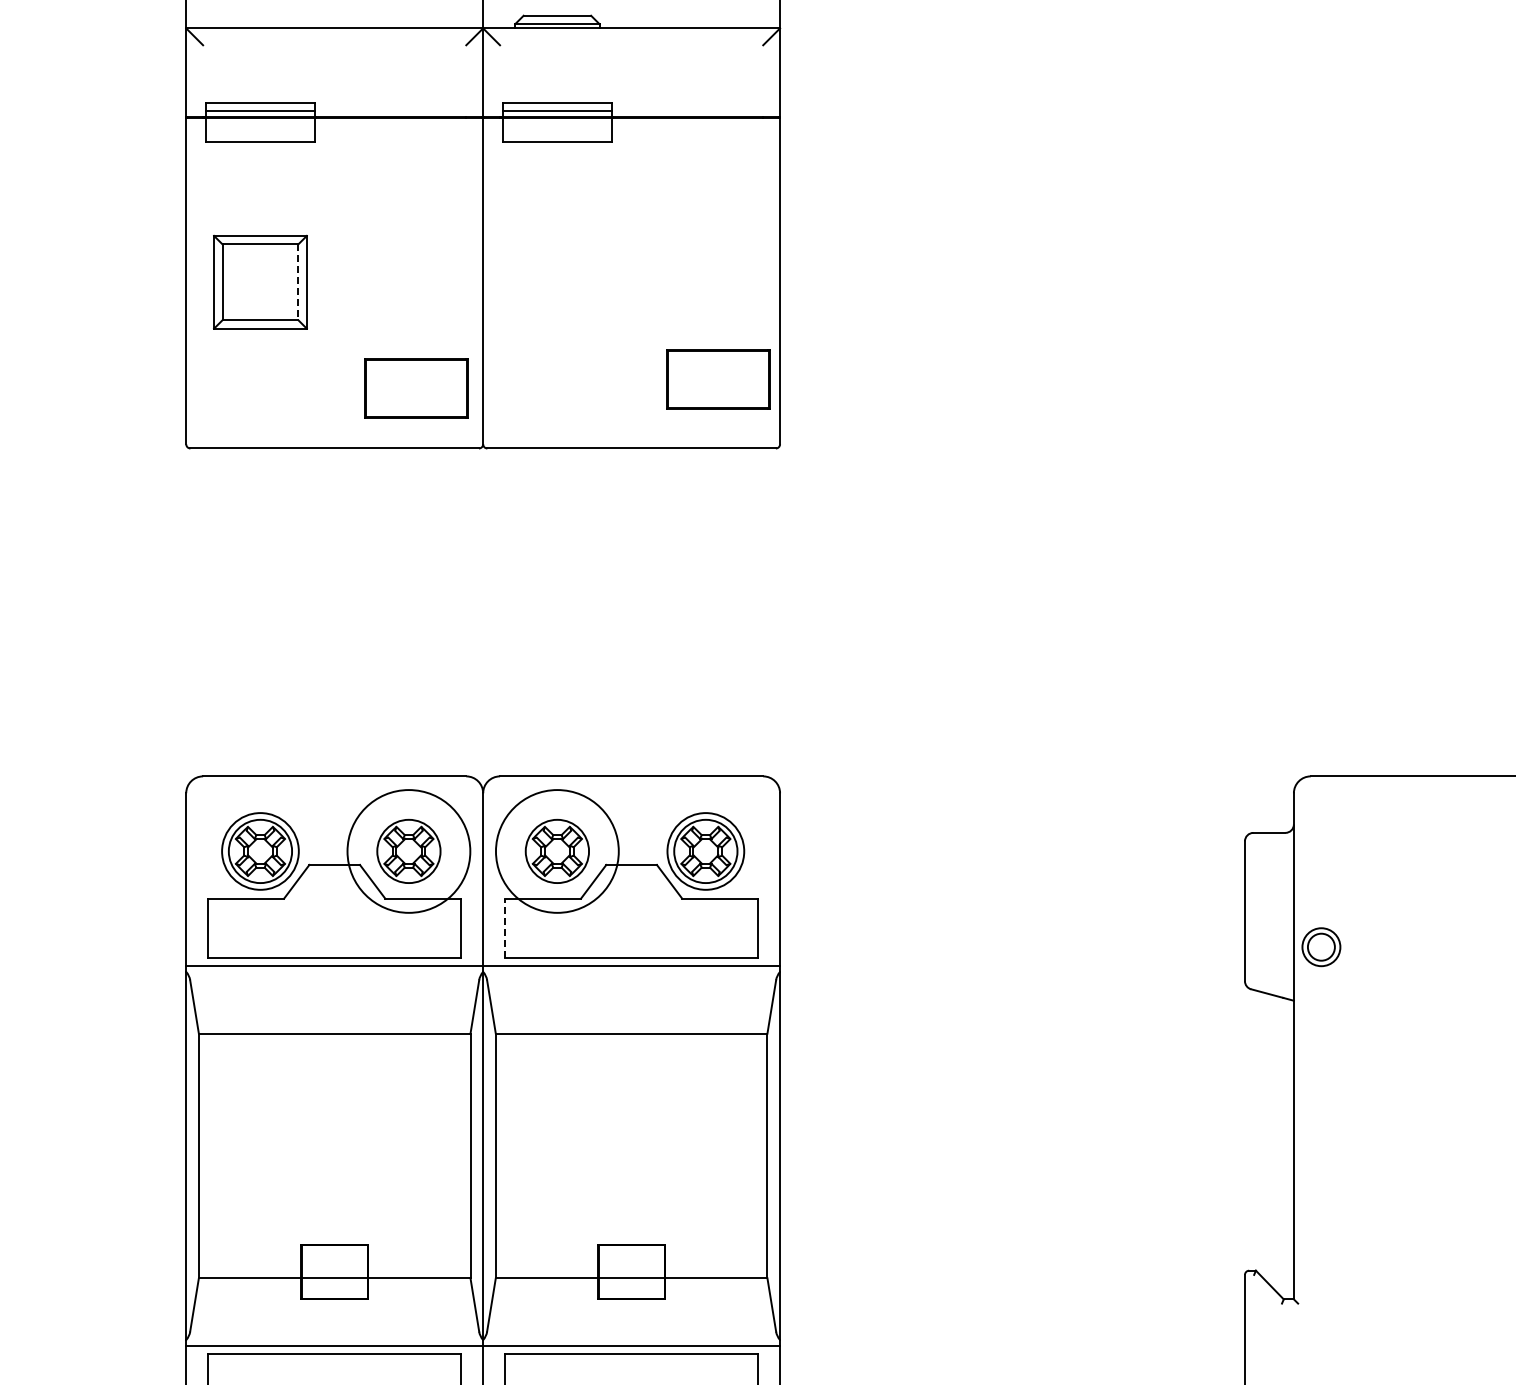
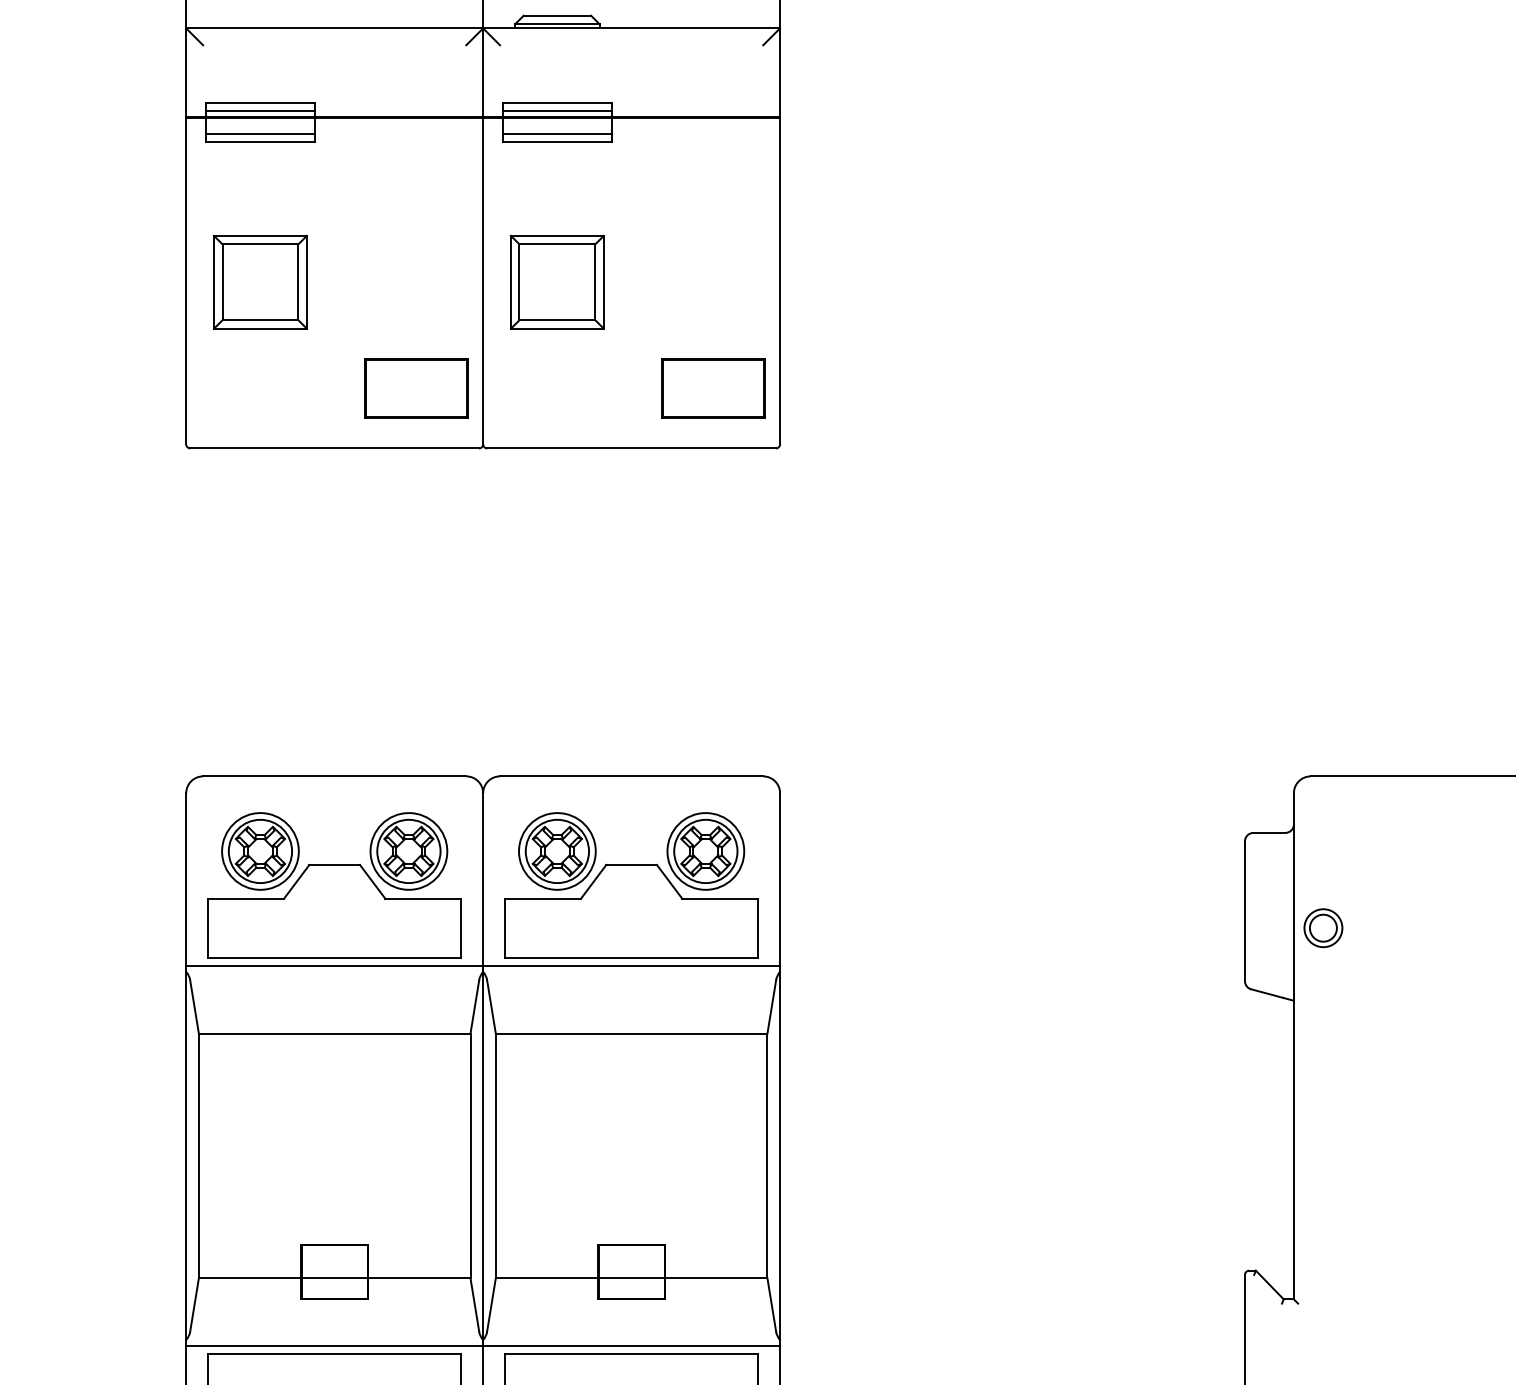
line at (260, 133): none -> present
line at (557, 133): none -> present
part at (556, 281): none -> present
line at (298, 282): dashed -> solid
part at (718, 379) position: (718, 379) -> (713, 388)
circle at (408, 851) diameter: 123 px -> 77 px
circle at (556, 851) diameter: 123 px -> 77 px
line at (505, 928): dashed -> solid
part at (1321, 947) position: (1321, 947) -> (1323, 928)
